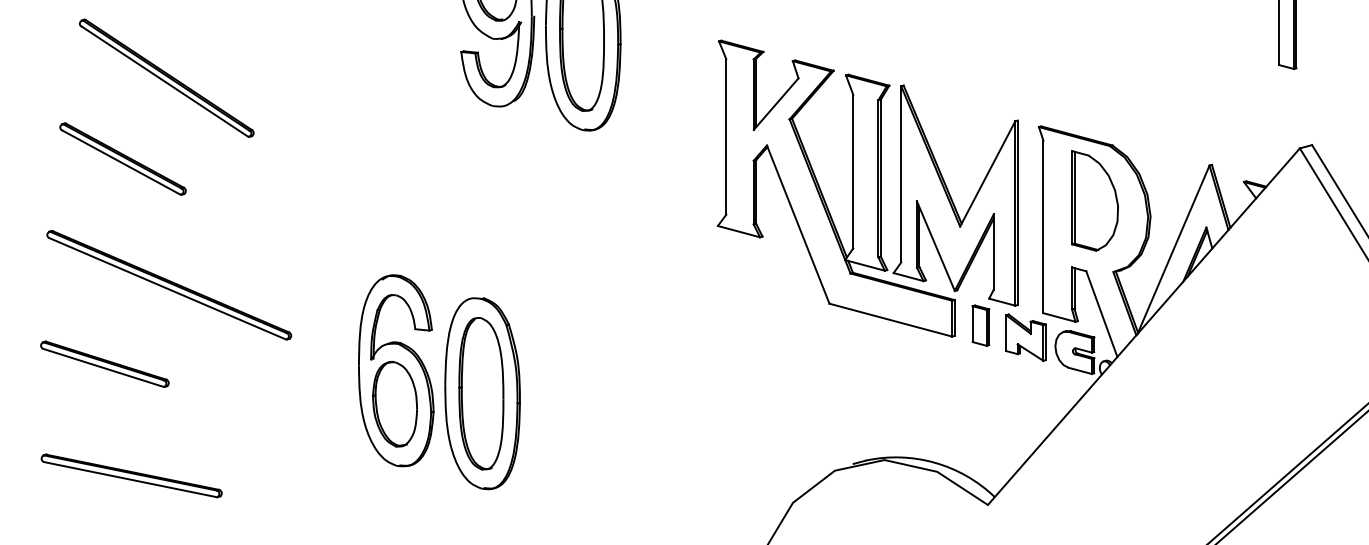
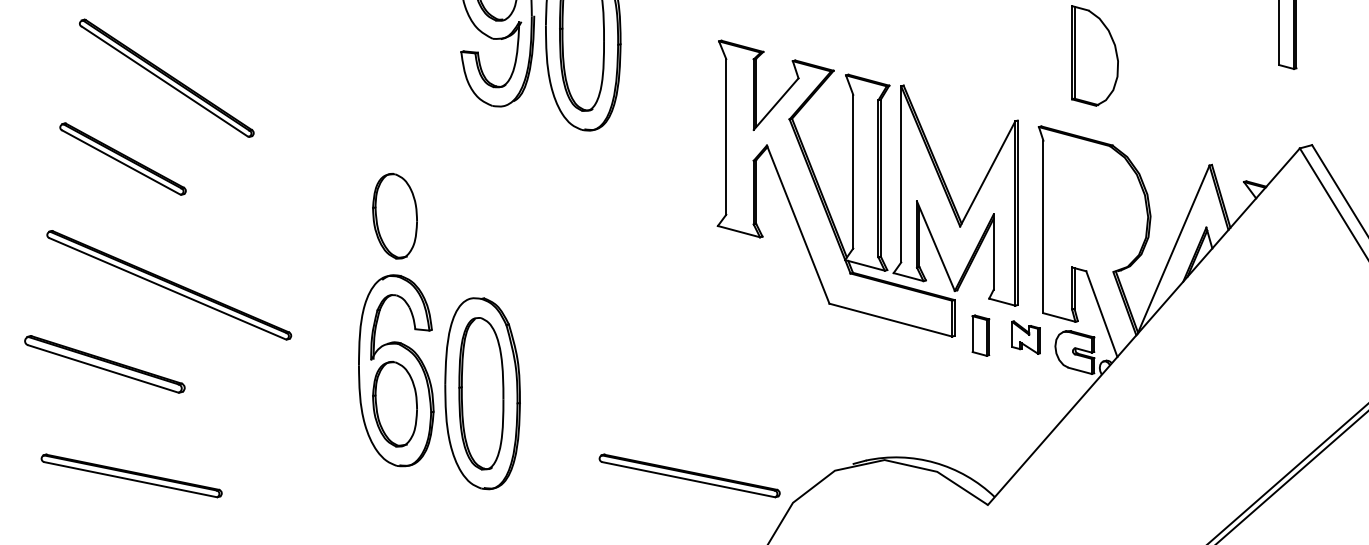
part at (1094, 200) position: (1094, 200) -> (1094, 55)
part at (394, 216): none -> present
part at (980, 325) position: (980, 325) -> (980, 335)
part at (1025, 337) size: 42x49 px -> 30x35 px
part at (104, 363) size: 130x48 px -> 162x59 px
part at (689, 475): none -> present
